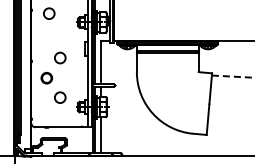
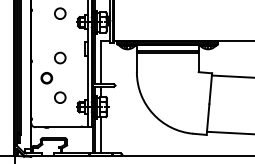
circle at (49, 13) position: (49, 13) -> (60, 13)
line at (233, 76): dashed -> solid
line at (228, 132): none -> present
